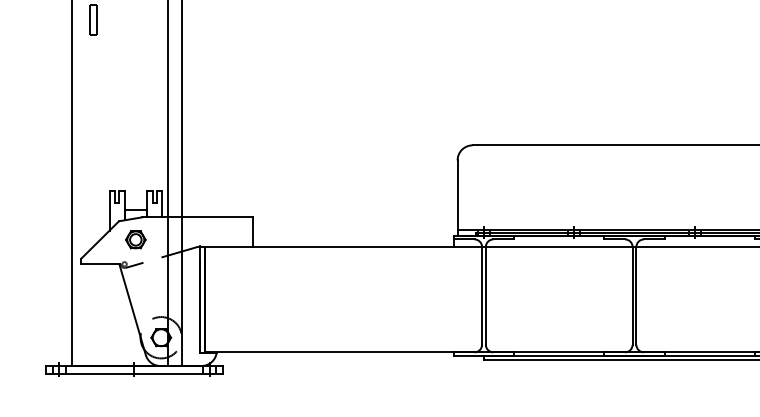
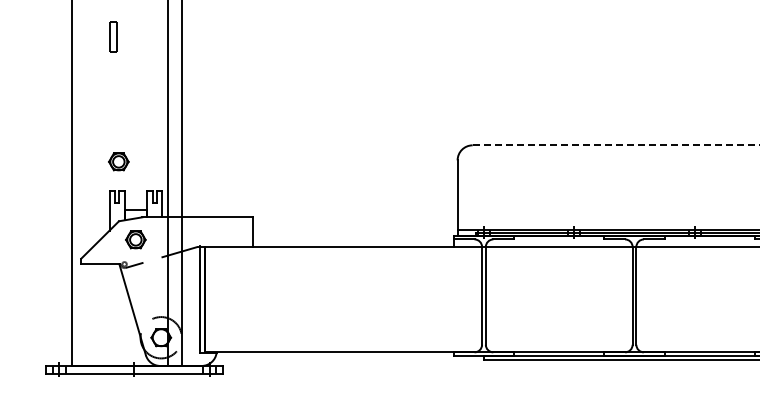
part at (93, 19) position: (93, 19) -> (113, 36)
line at (616, 145): solid -> dashed
part at (118, 161): none -> present
